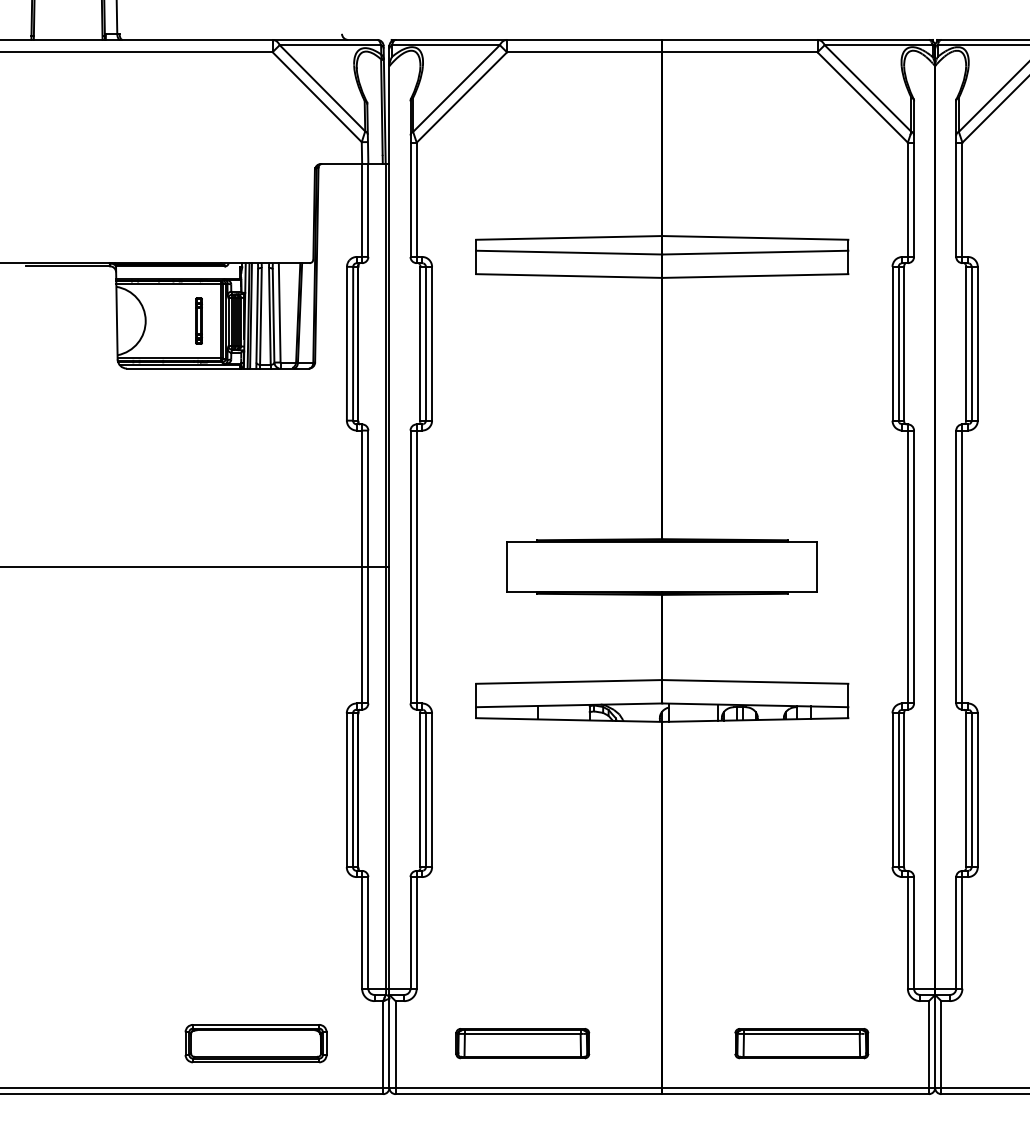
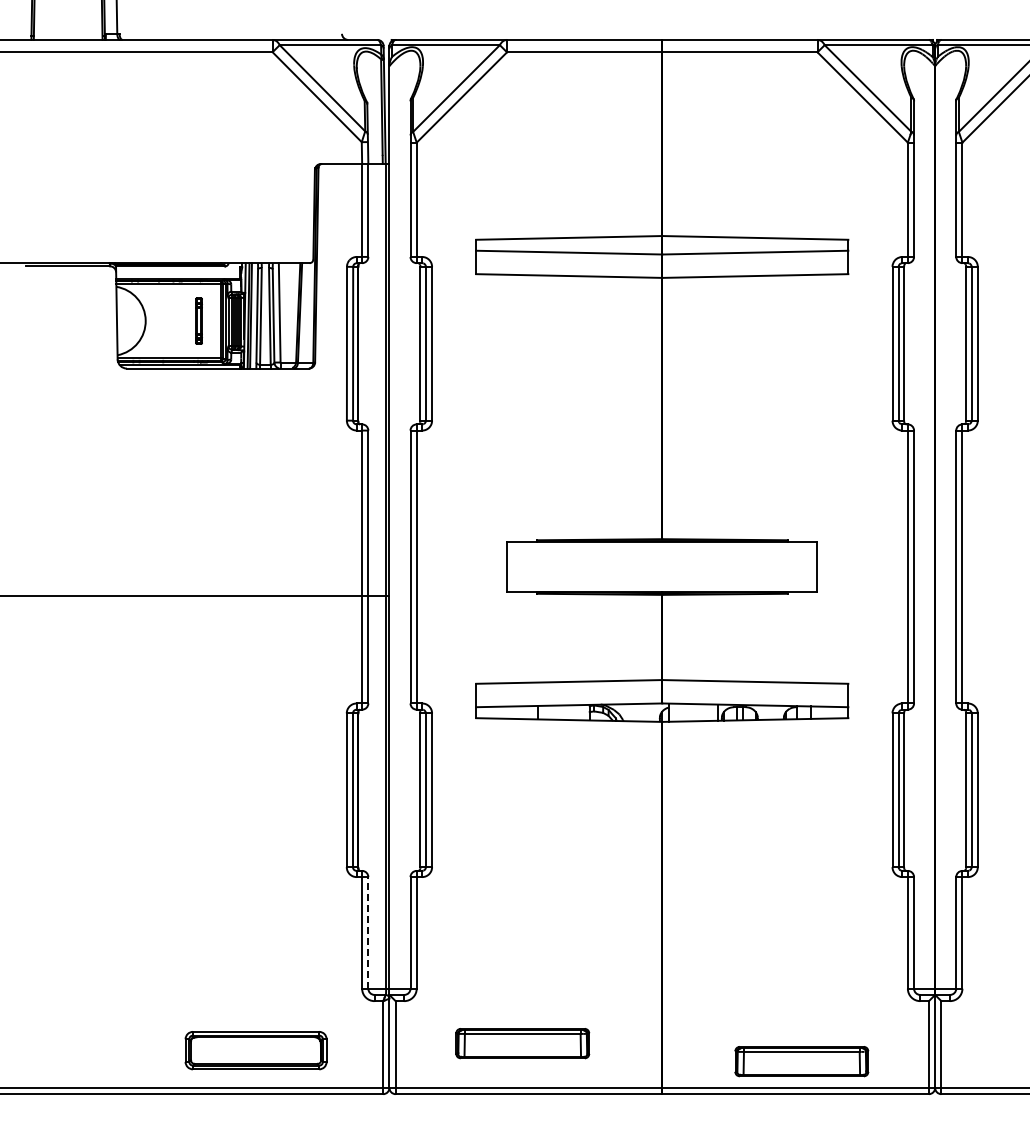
line at (195, 567) position: (195, 567) -> (195, 596)
line at (368, 932): solid -> dashed
part at (255, 1043) position: (255, 1043) -> (255, 1050)
part at (801, 1043) position: (801, 1043) -> (801, 1061)
